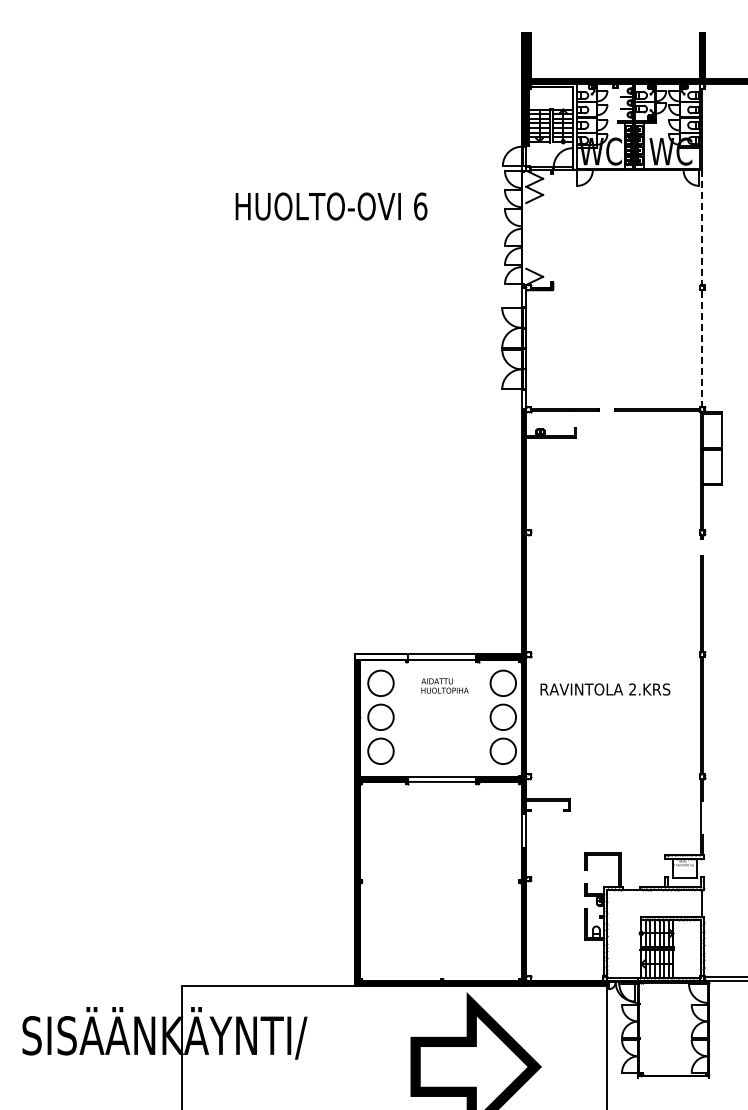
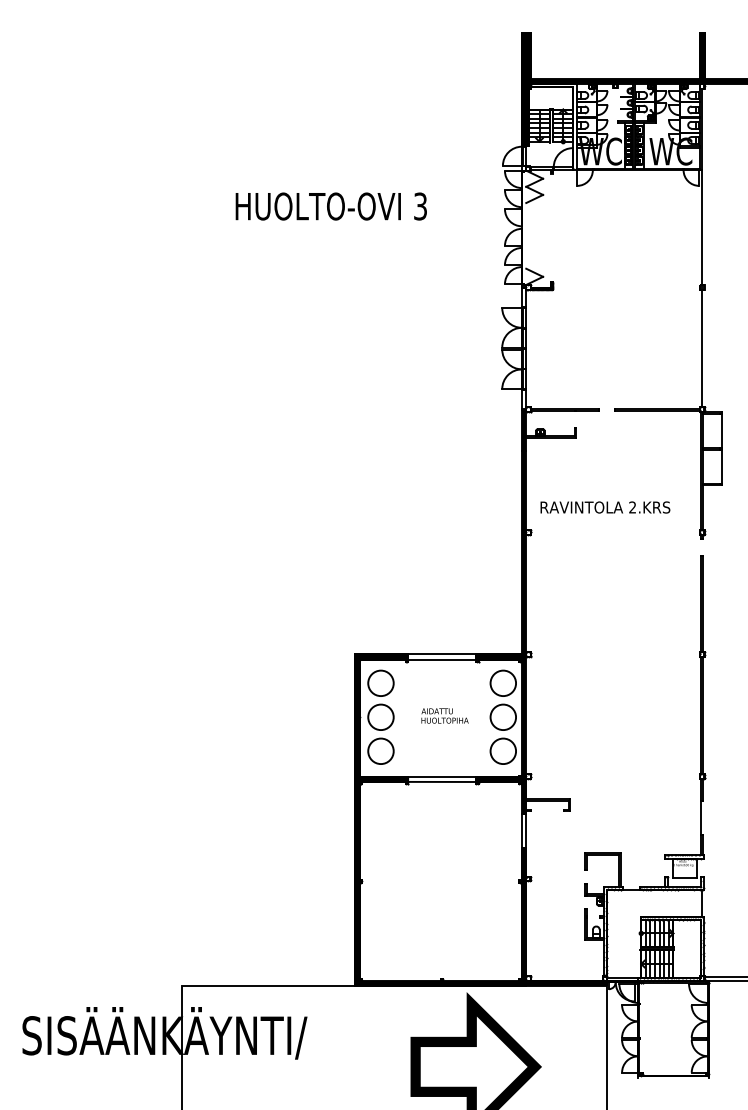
text at (420, 206): 6 -> 3
line at (702, 288): dashed -> solid
fill at (381, 656): none -> present
text at (444, 685) position: (444, 685) -> (444, 715)
text at (605, 689) position: (605, 689) -> (605, 507)
